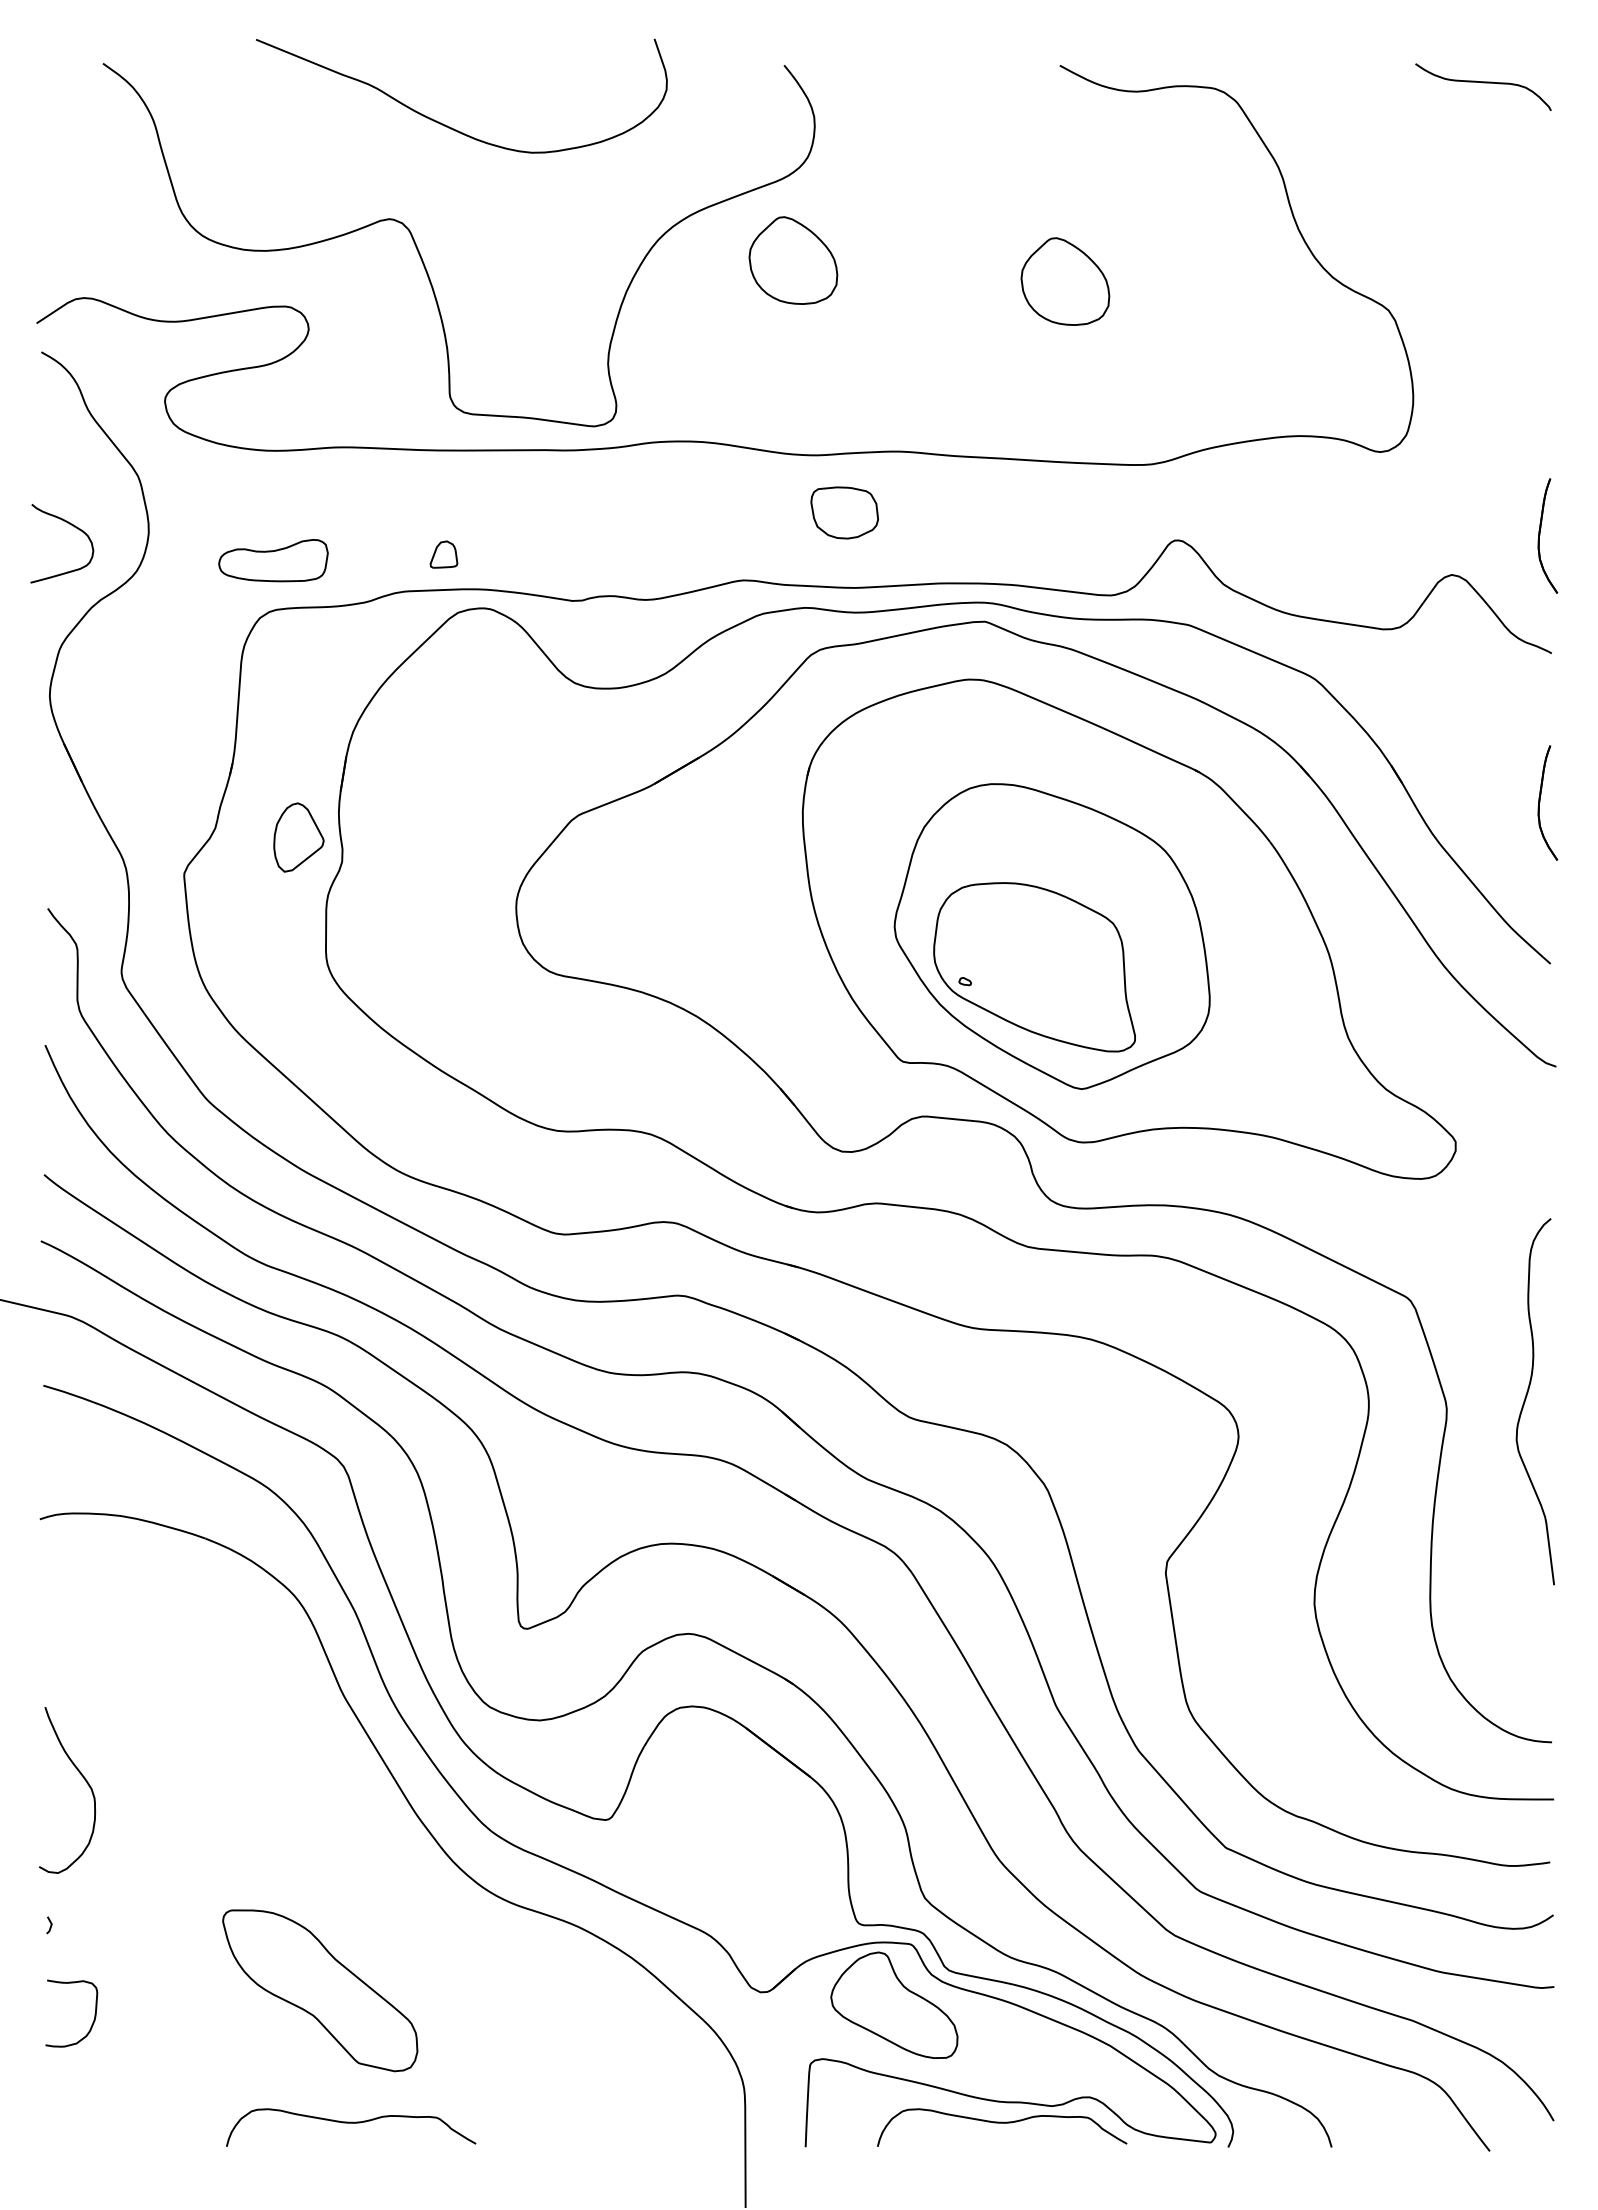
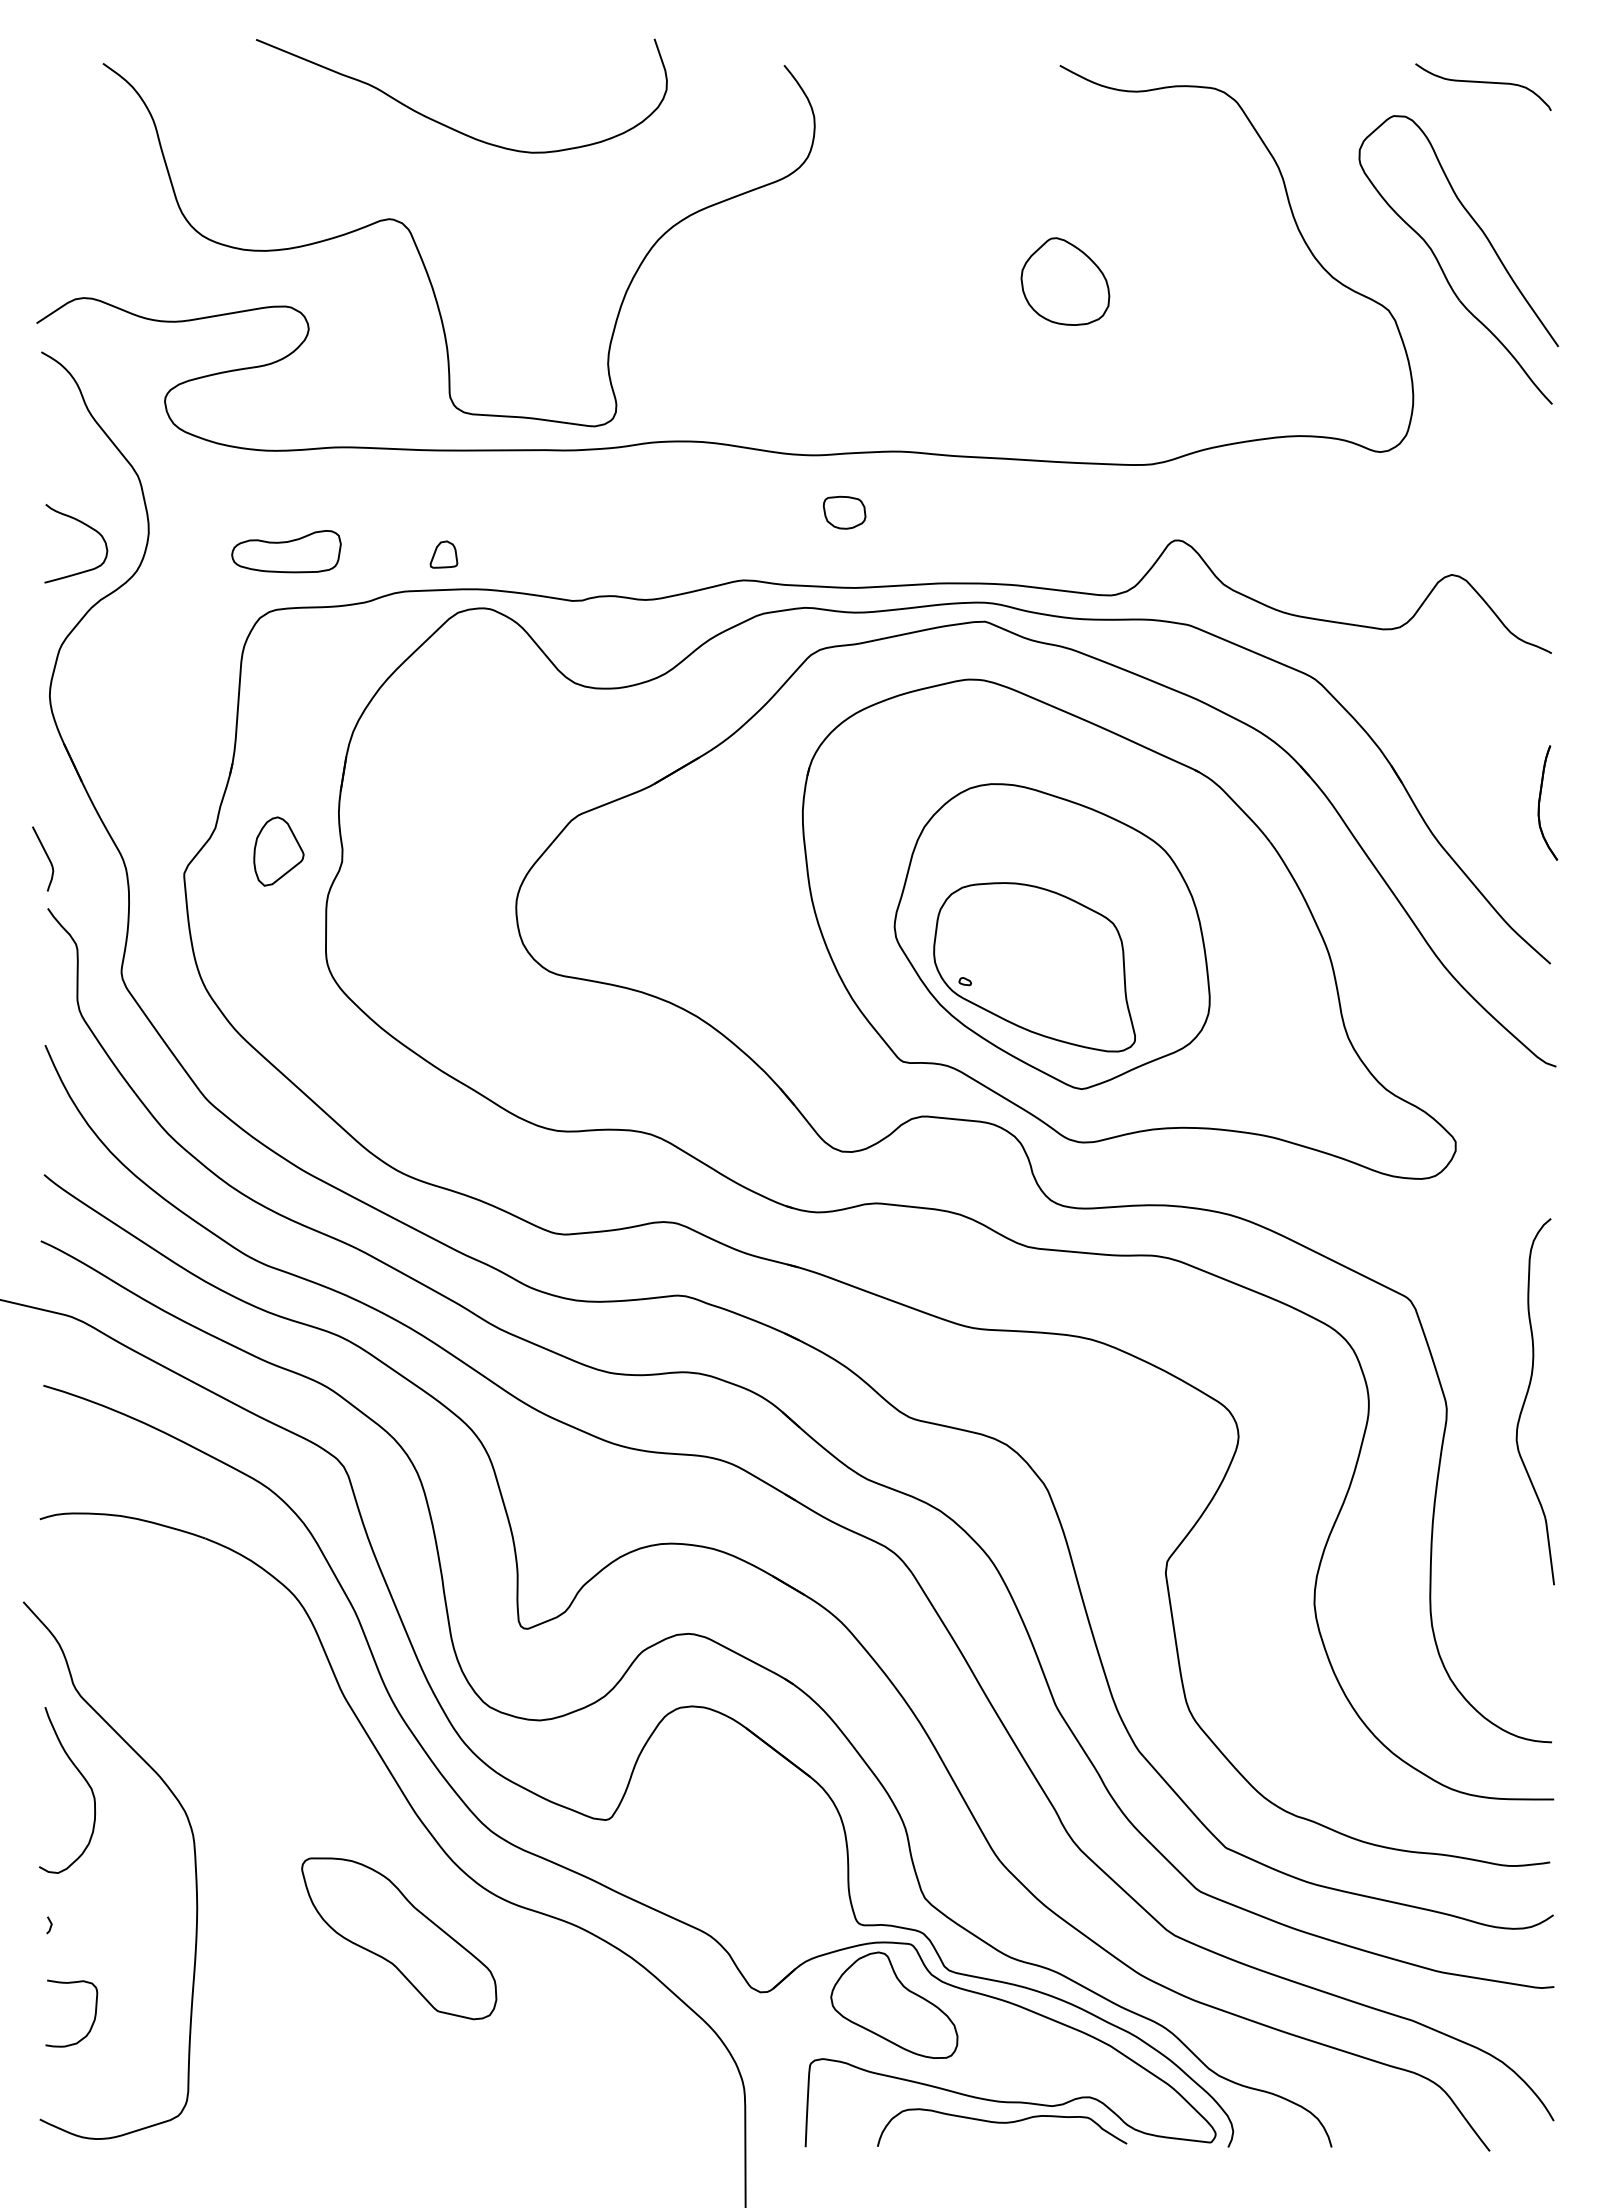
part at (793, 260): present -> none
part at (1442, 268): none -> present
part at (844, 512) size: 69x54 px -> 45x35 px
curve at (72, 526) position: (72, 526) -> (86, 526)
part at (1540, 535): present -> none
part at (273, 560) position: (273, 560) -> (286, 551)
part at (298, 837) position: (298, 837) -> (278, 851)
curve at (46, 856): none -> present
curve at (194, 1866): none -> present
part at (320, 1990) position: (320, 1990) -> (399, 1938)
curve at (351, 2123): present -> none
